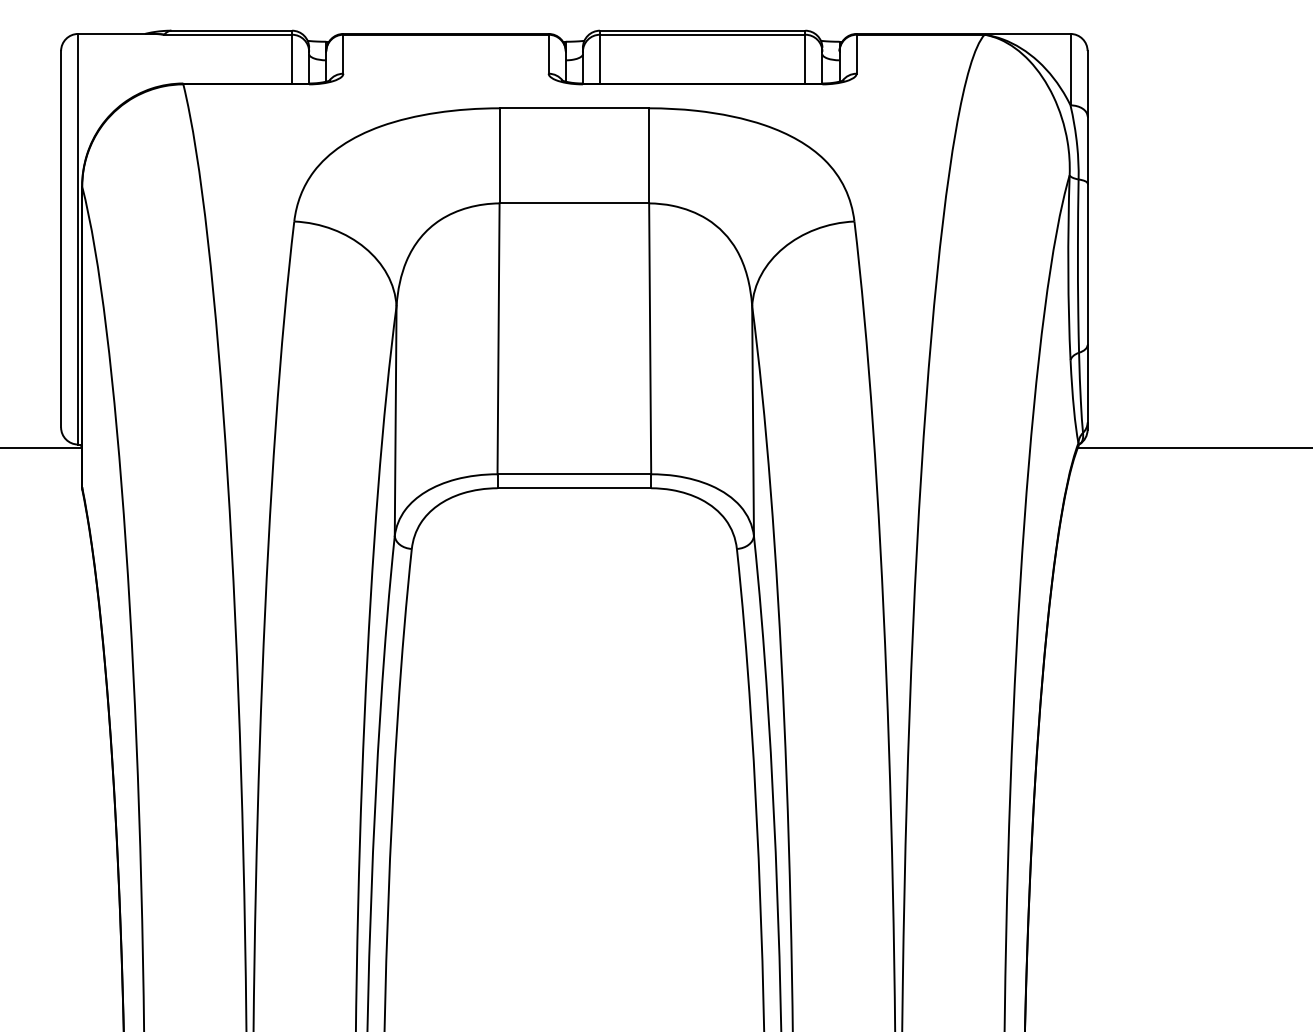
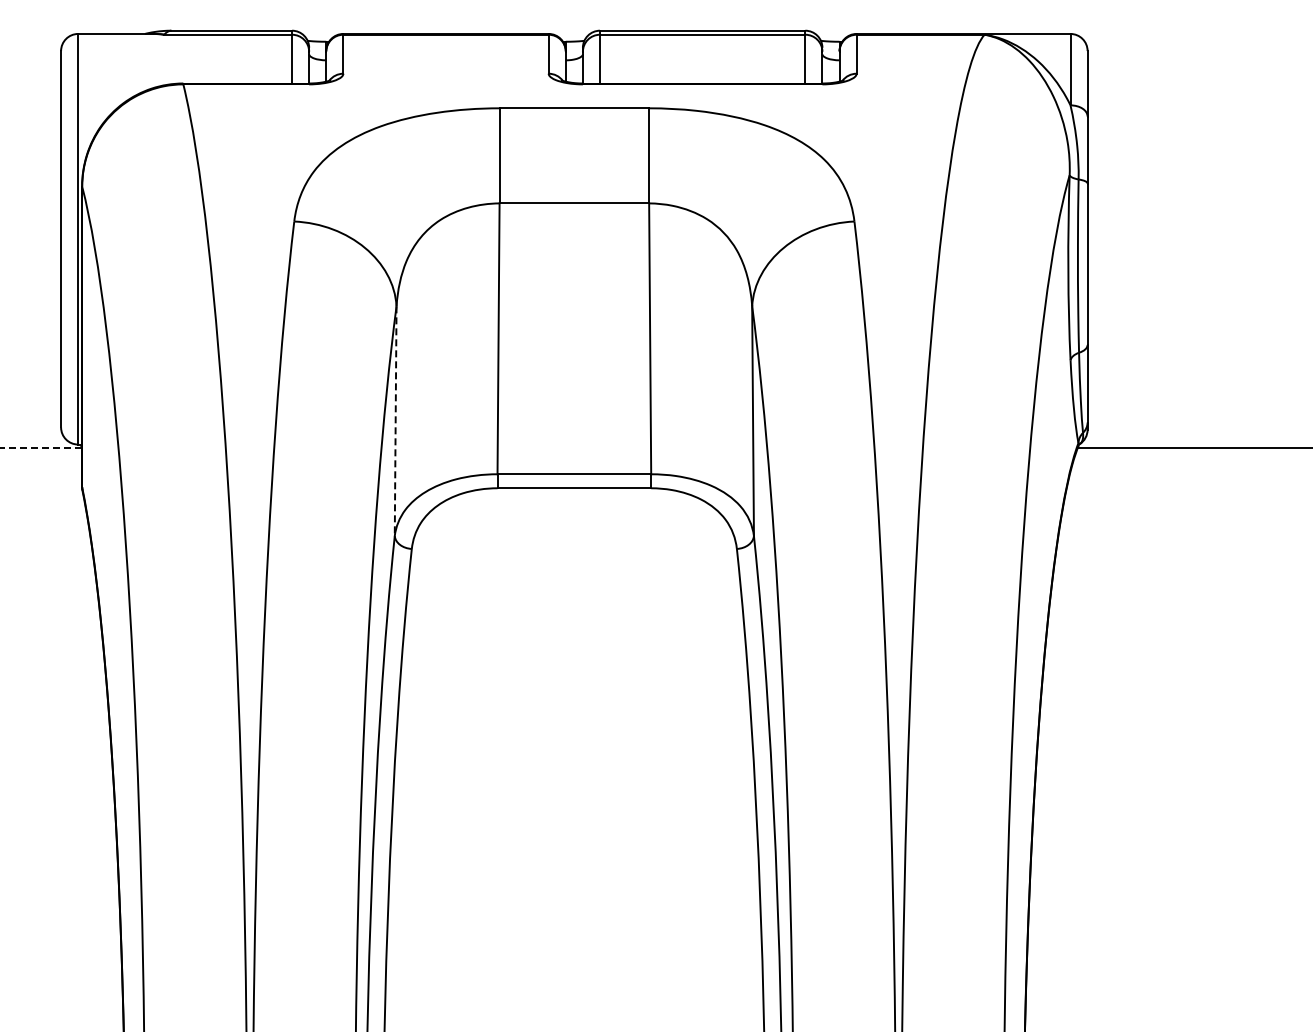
line at (395, 421): solid -> dashed
line at (41, 447): solid -> dashed
